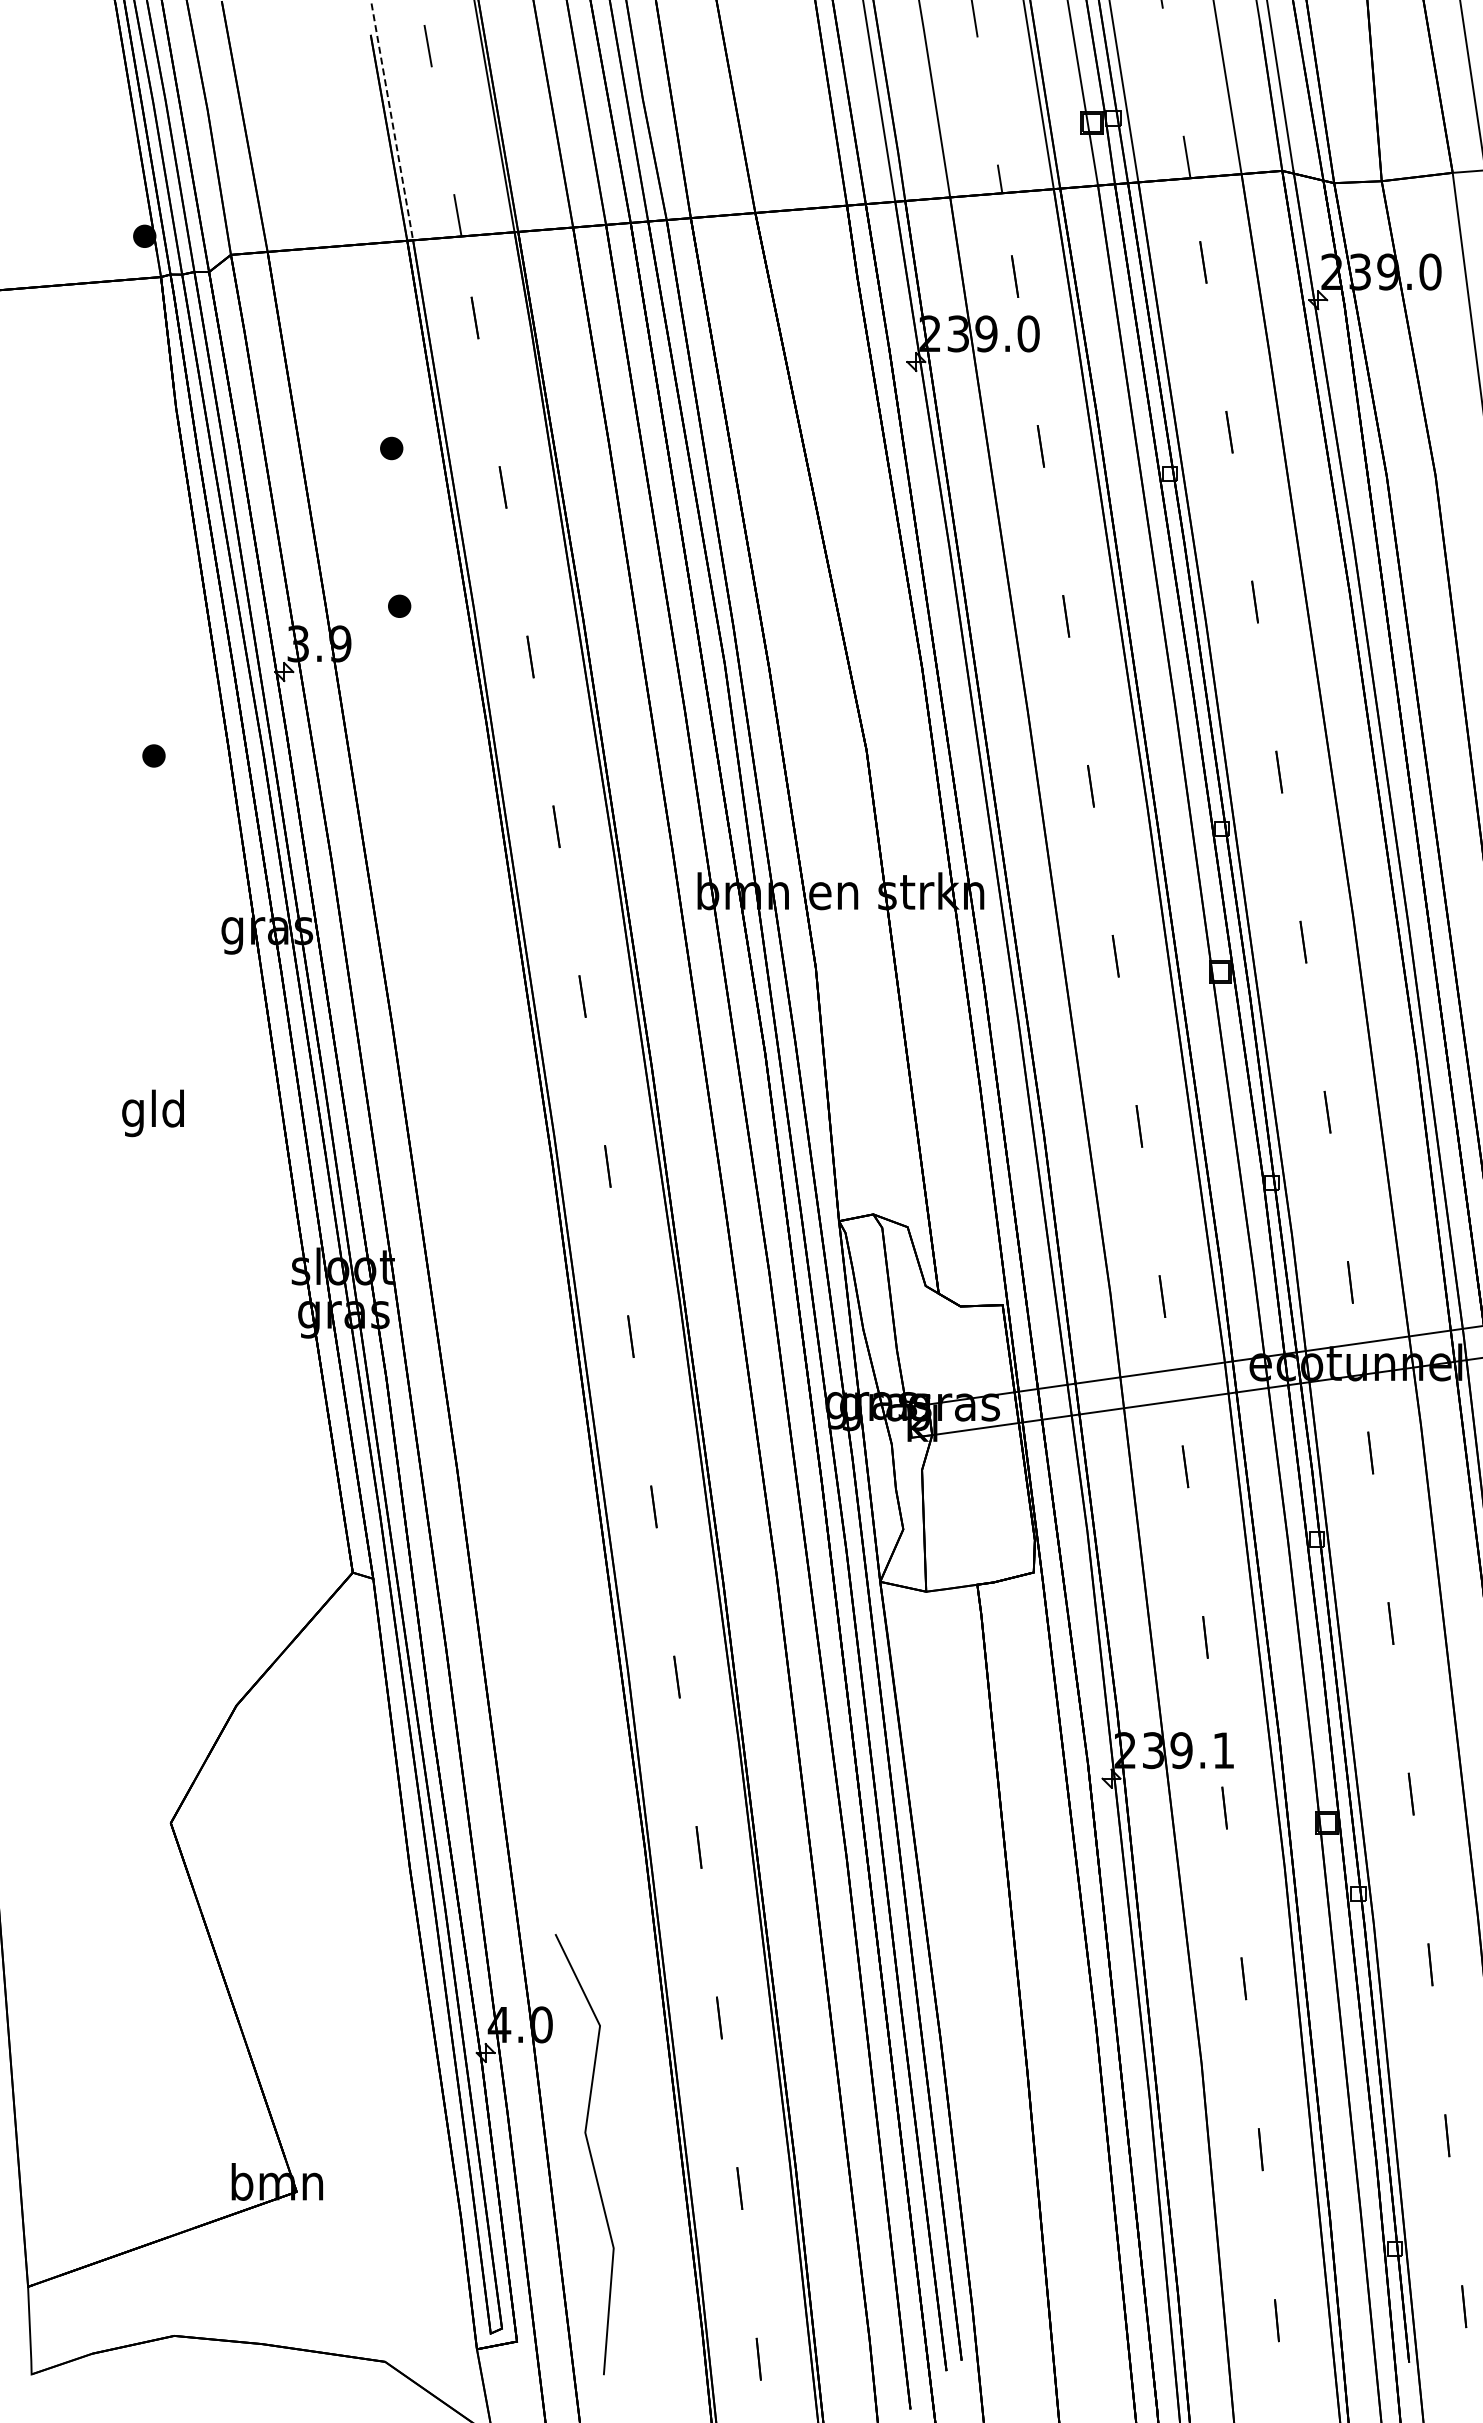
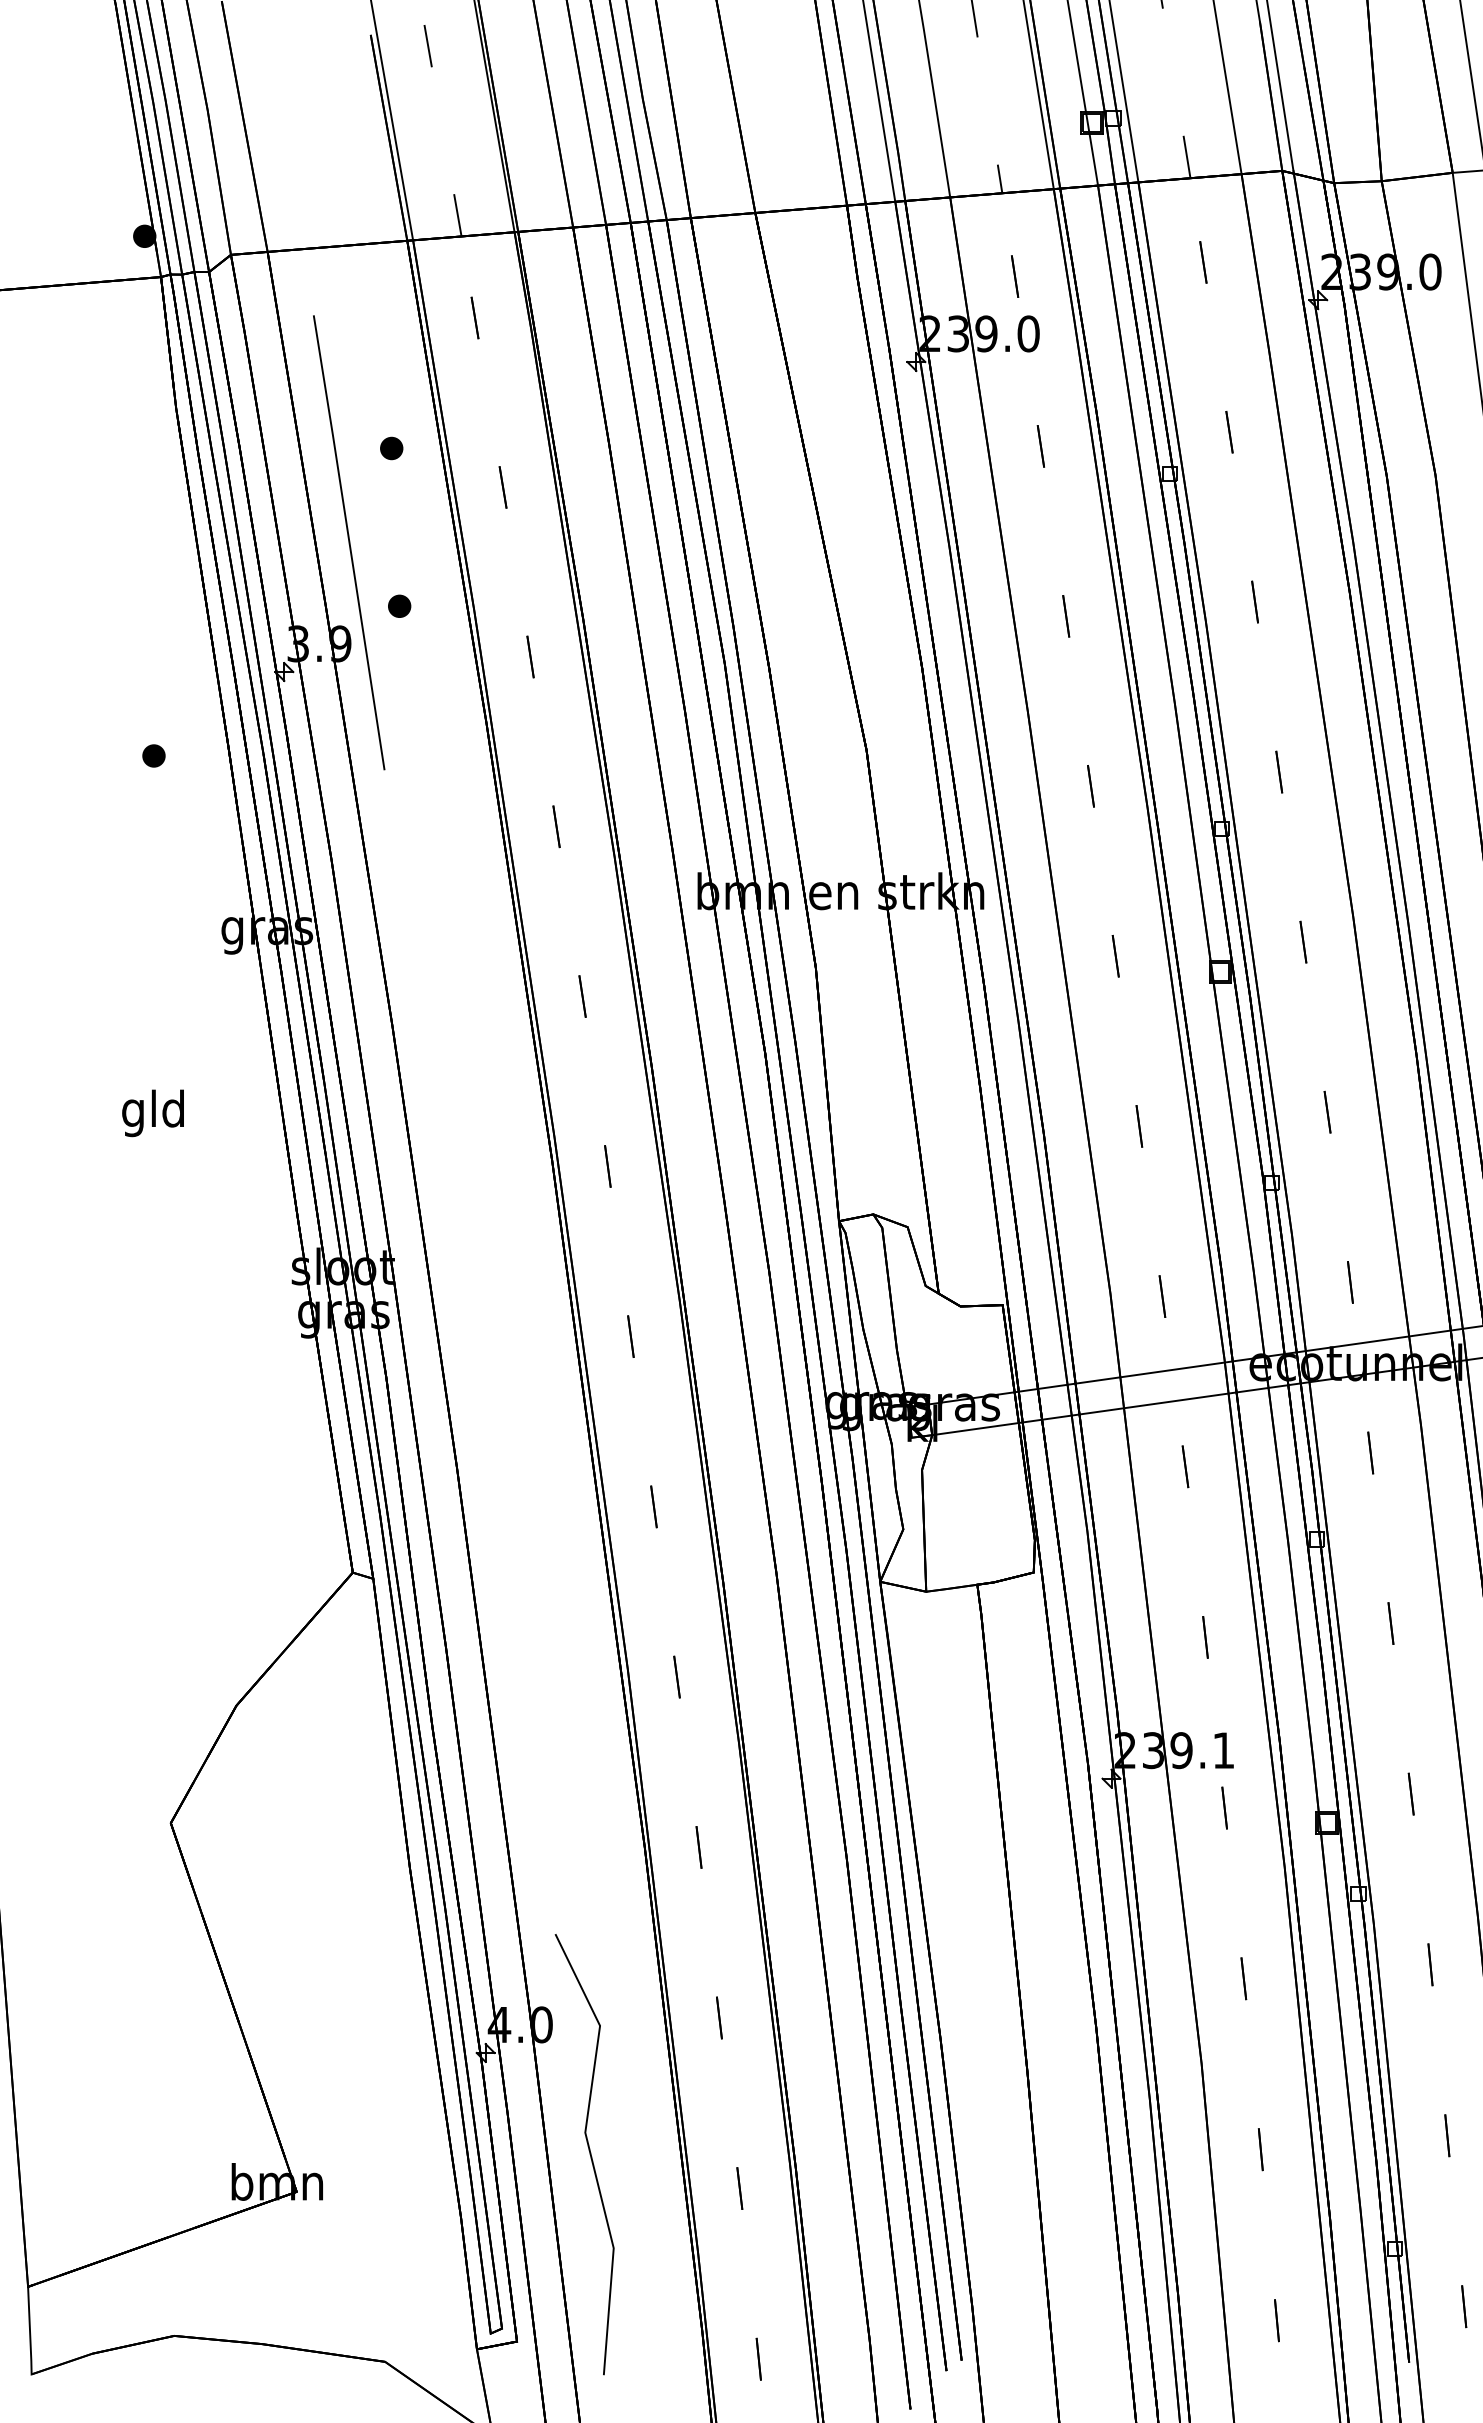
line at (392, 120): dashed -> solid
line at (349, 542): none -> present
